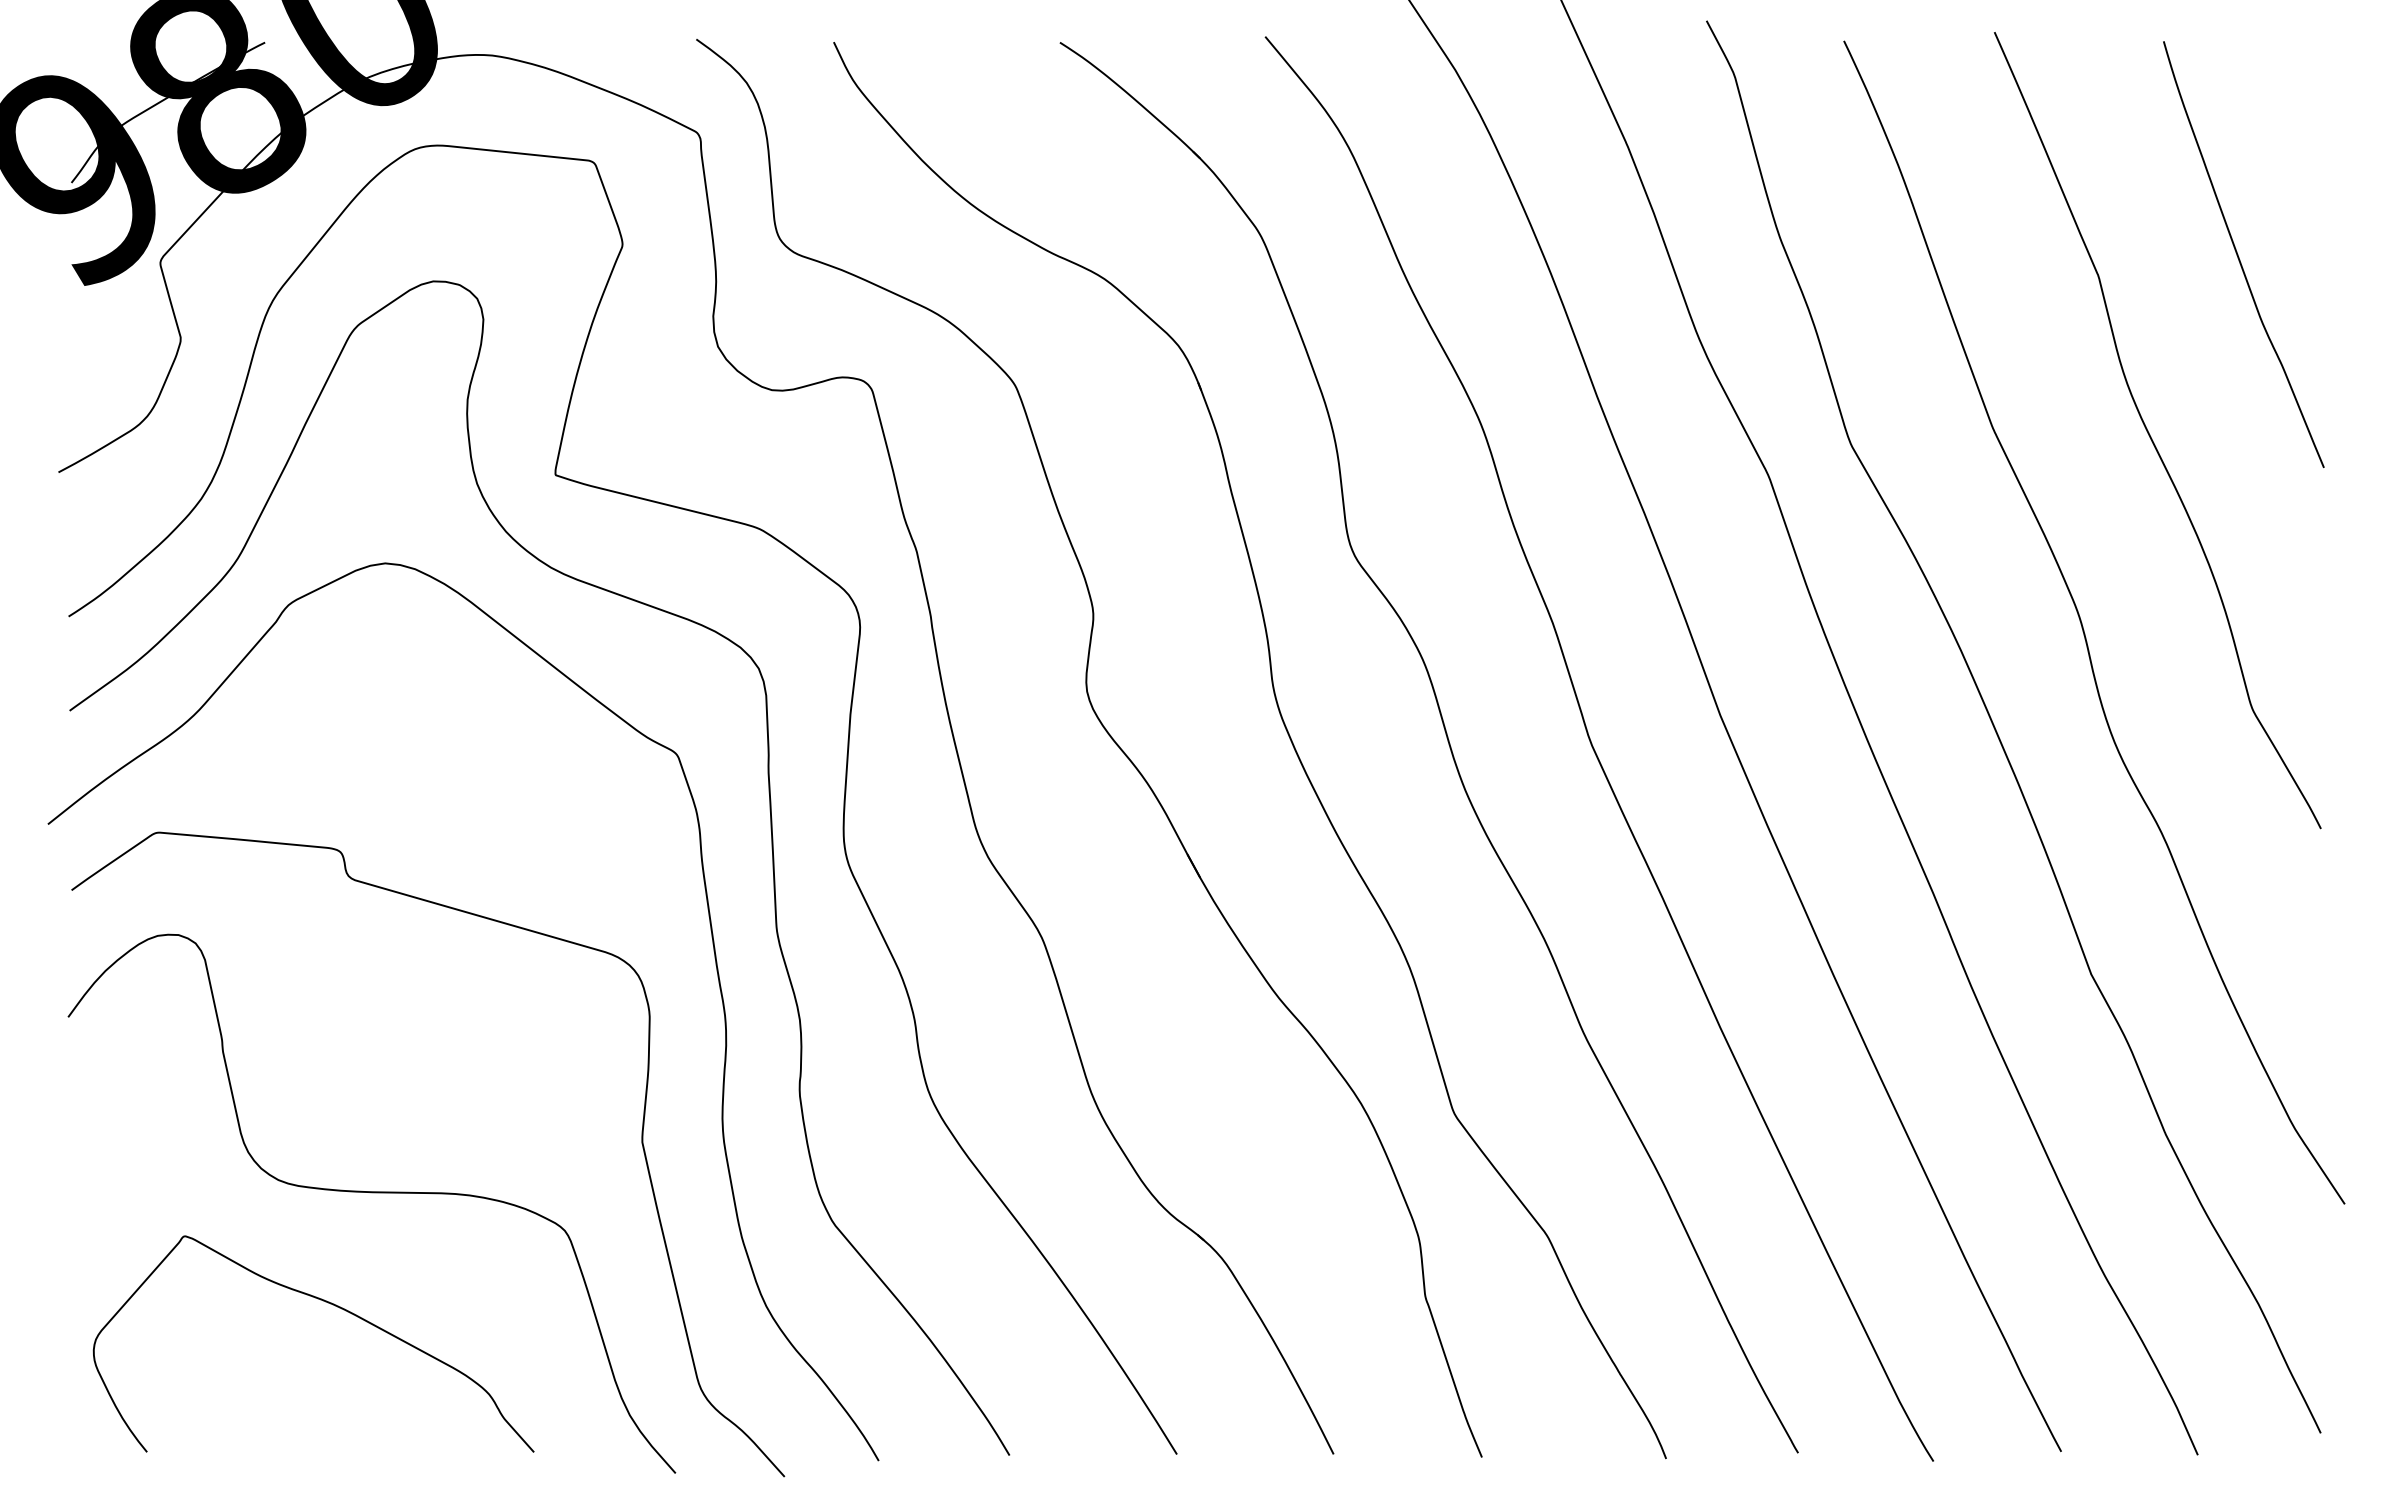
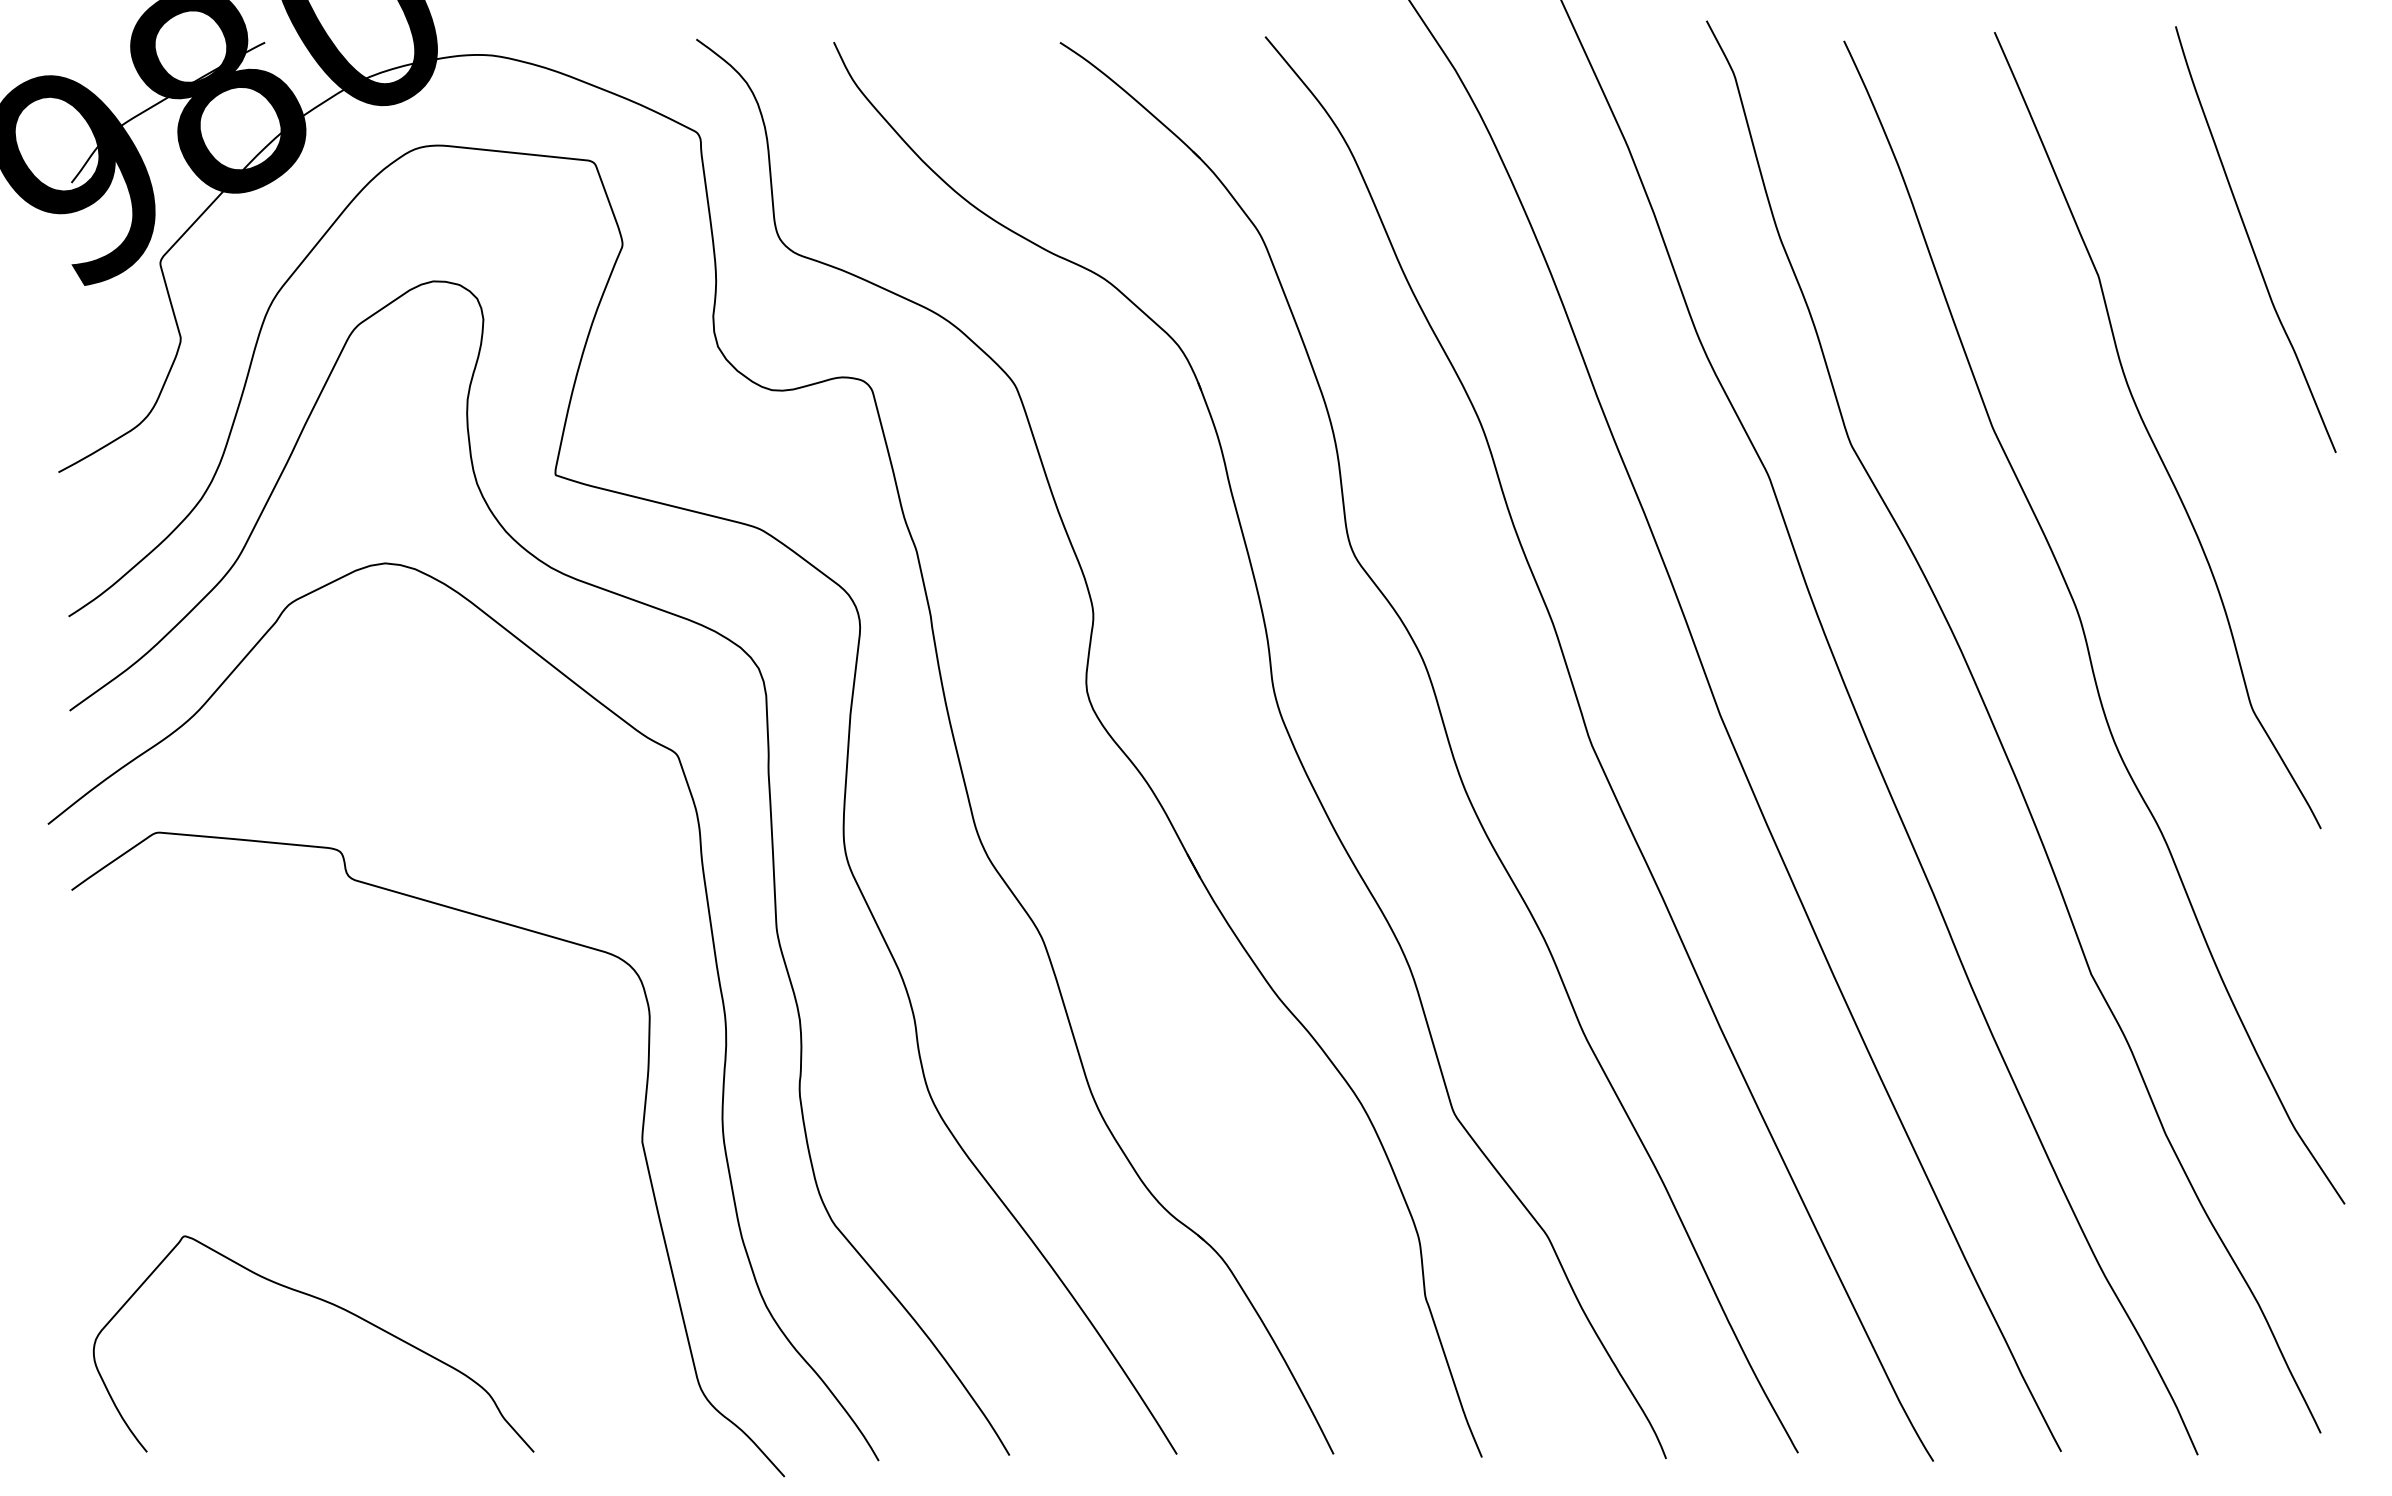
curve at (2238, 254) position: (2238, 254) -> (2250, 239)
curve at (371, 1193): present -> none
